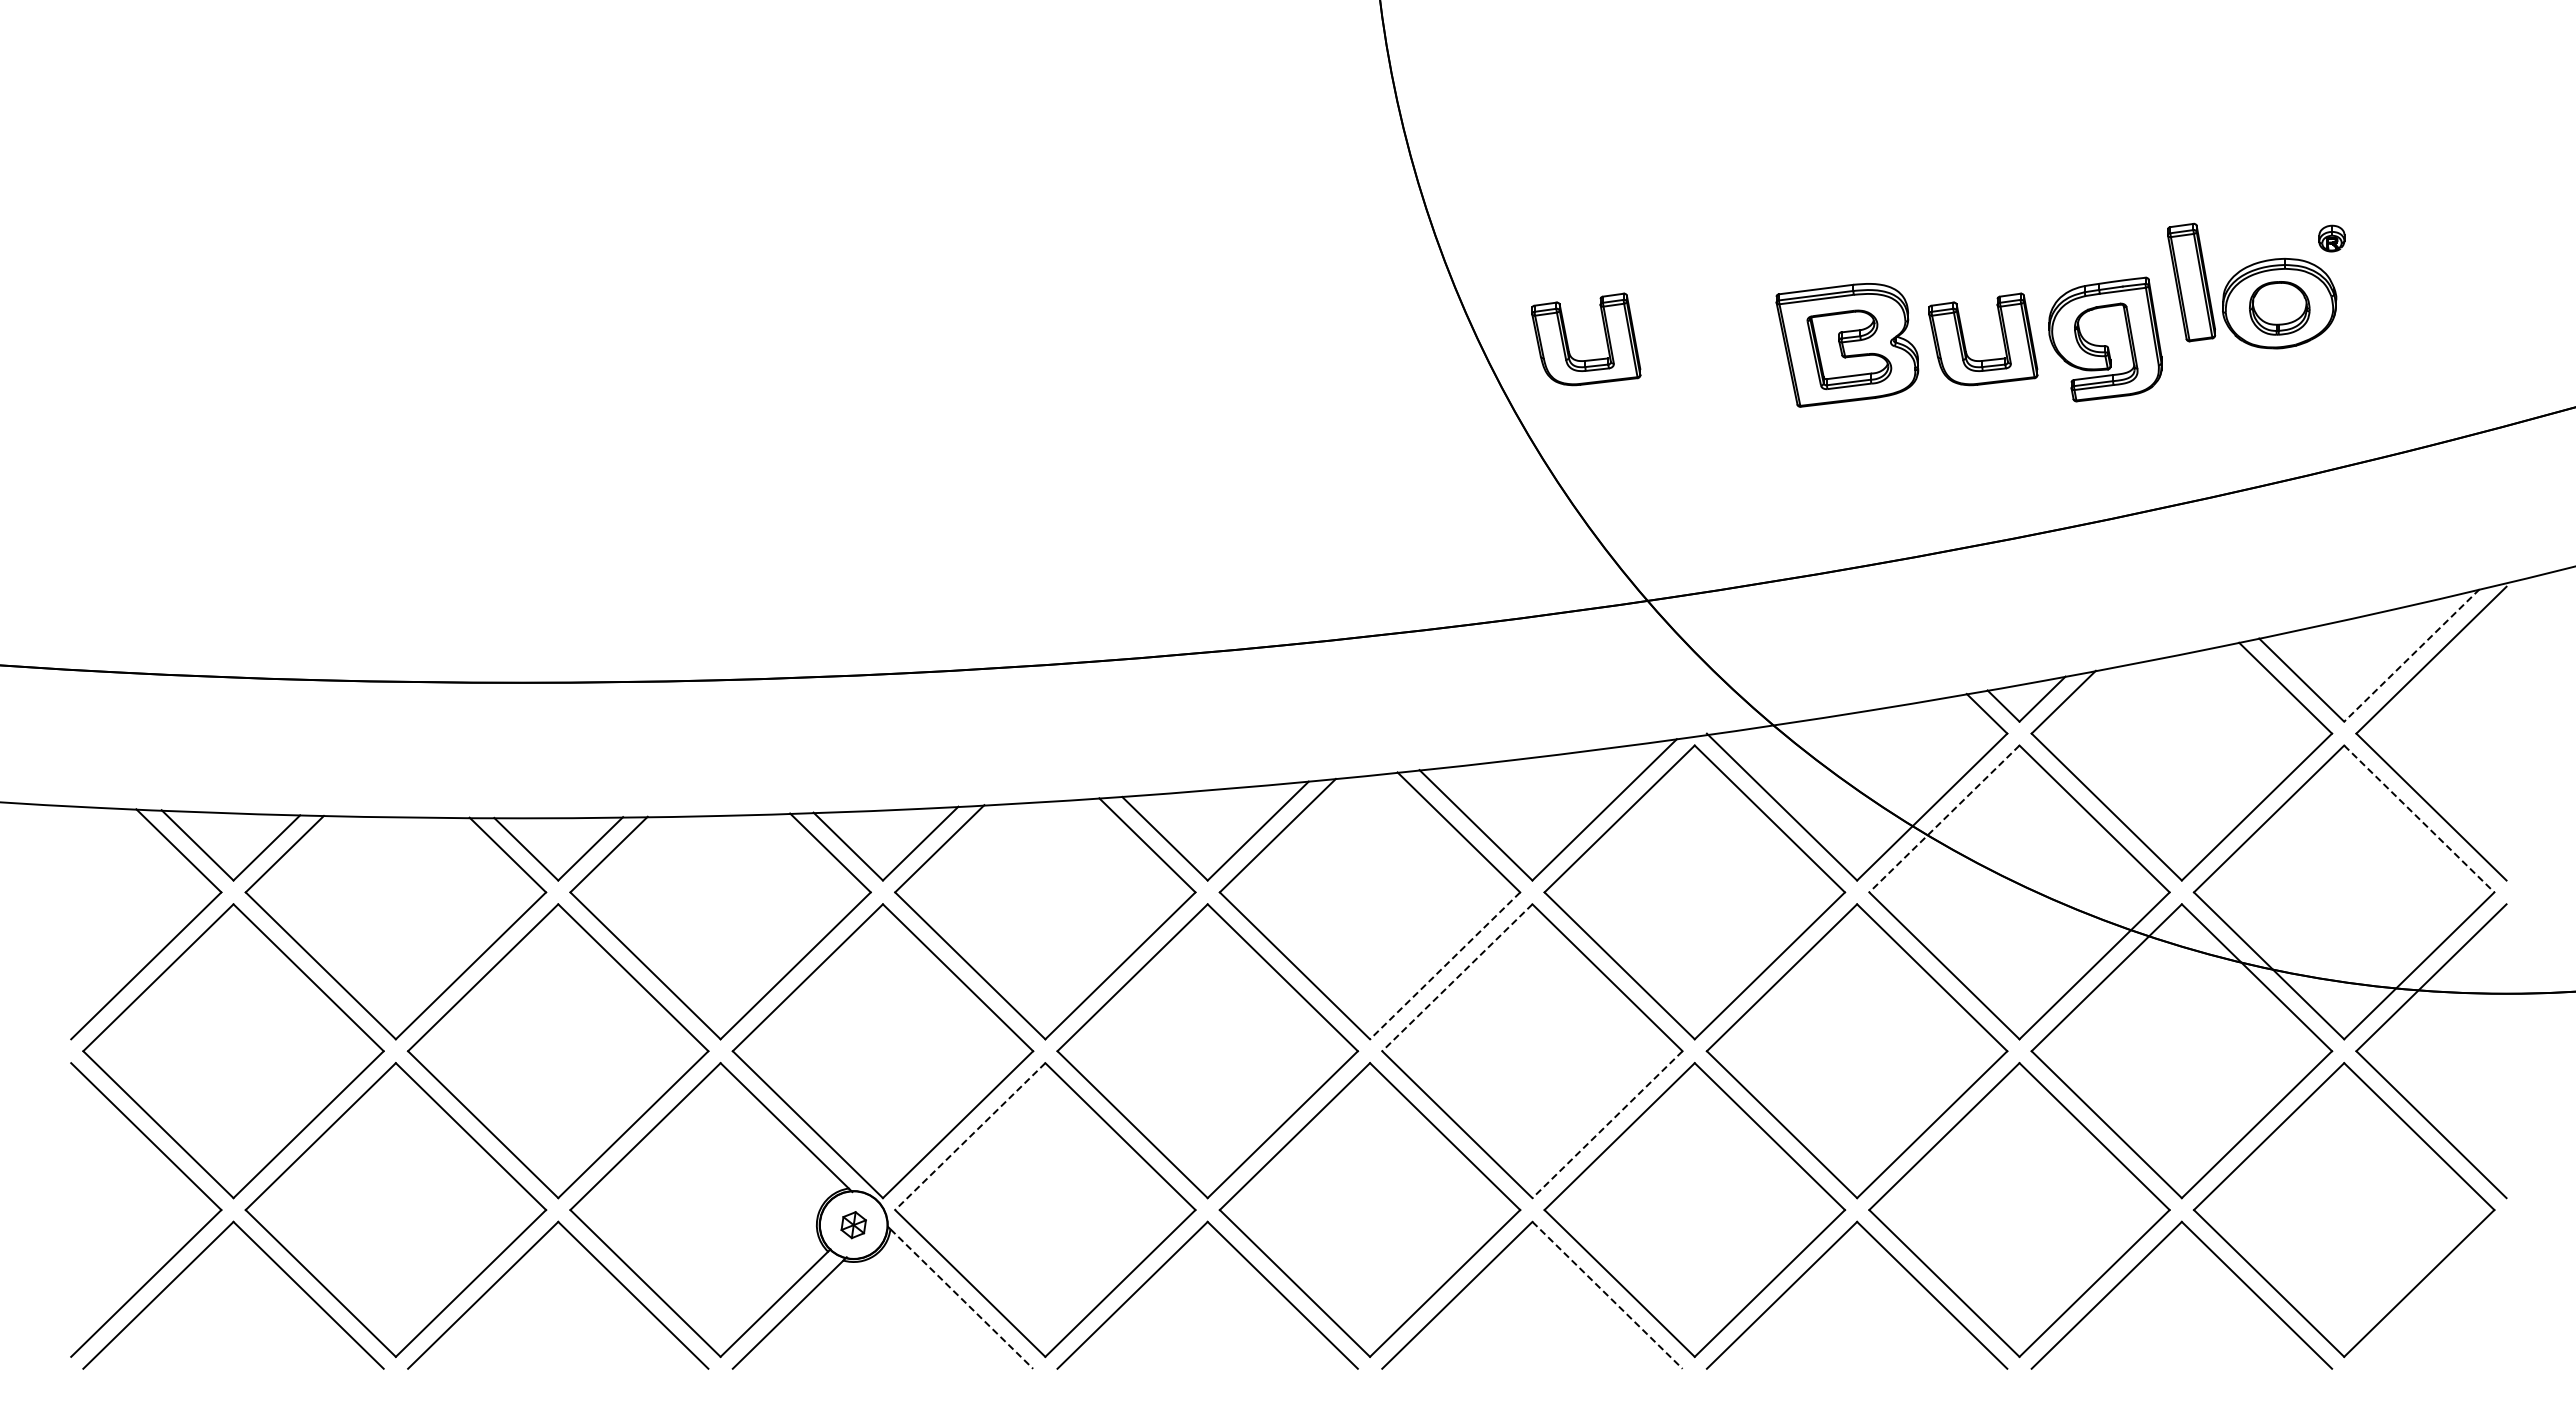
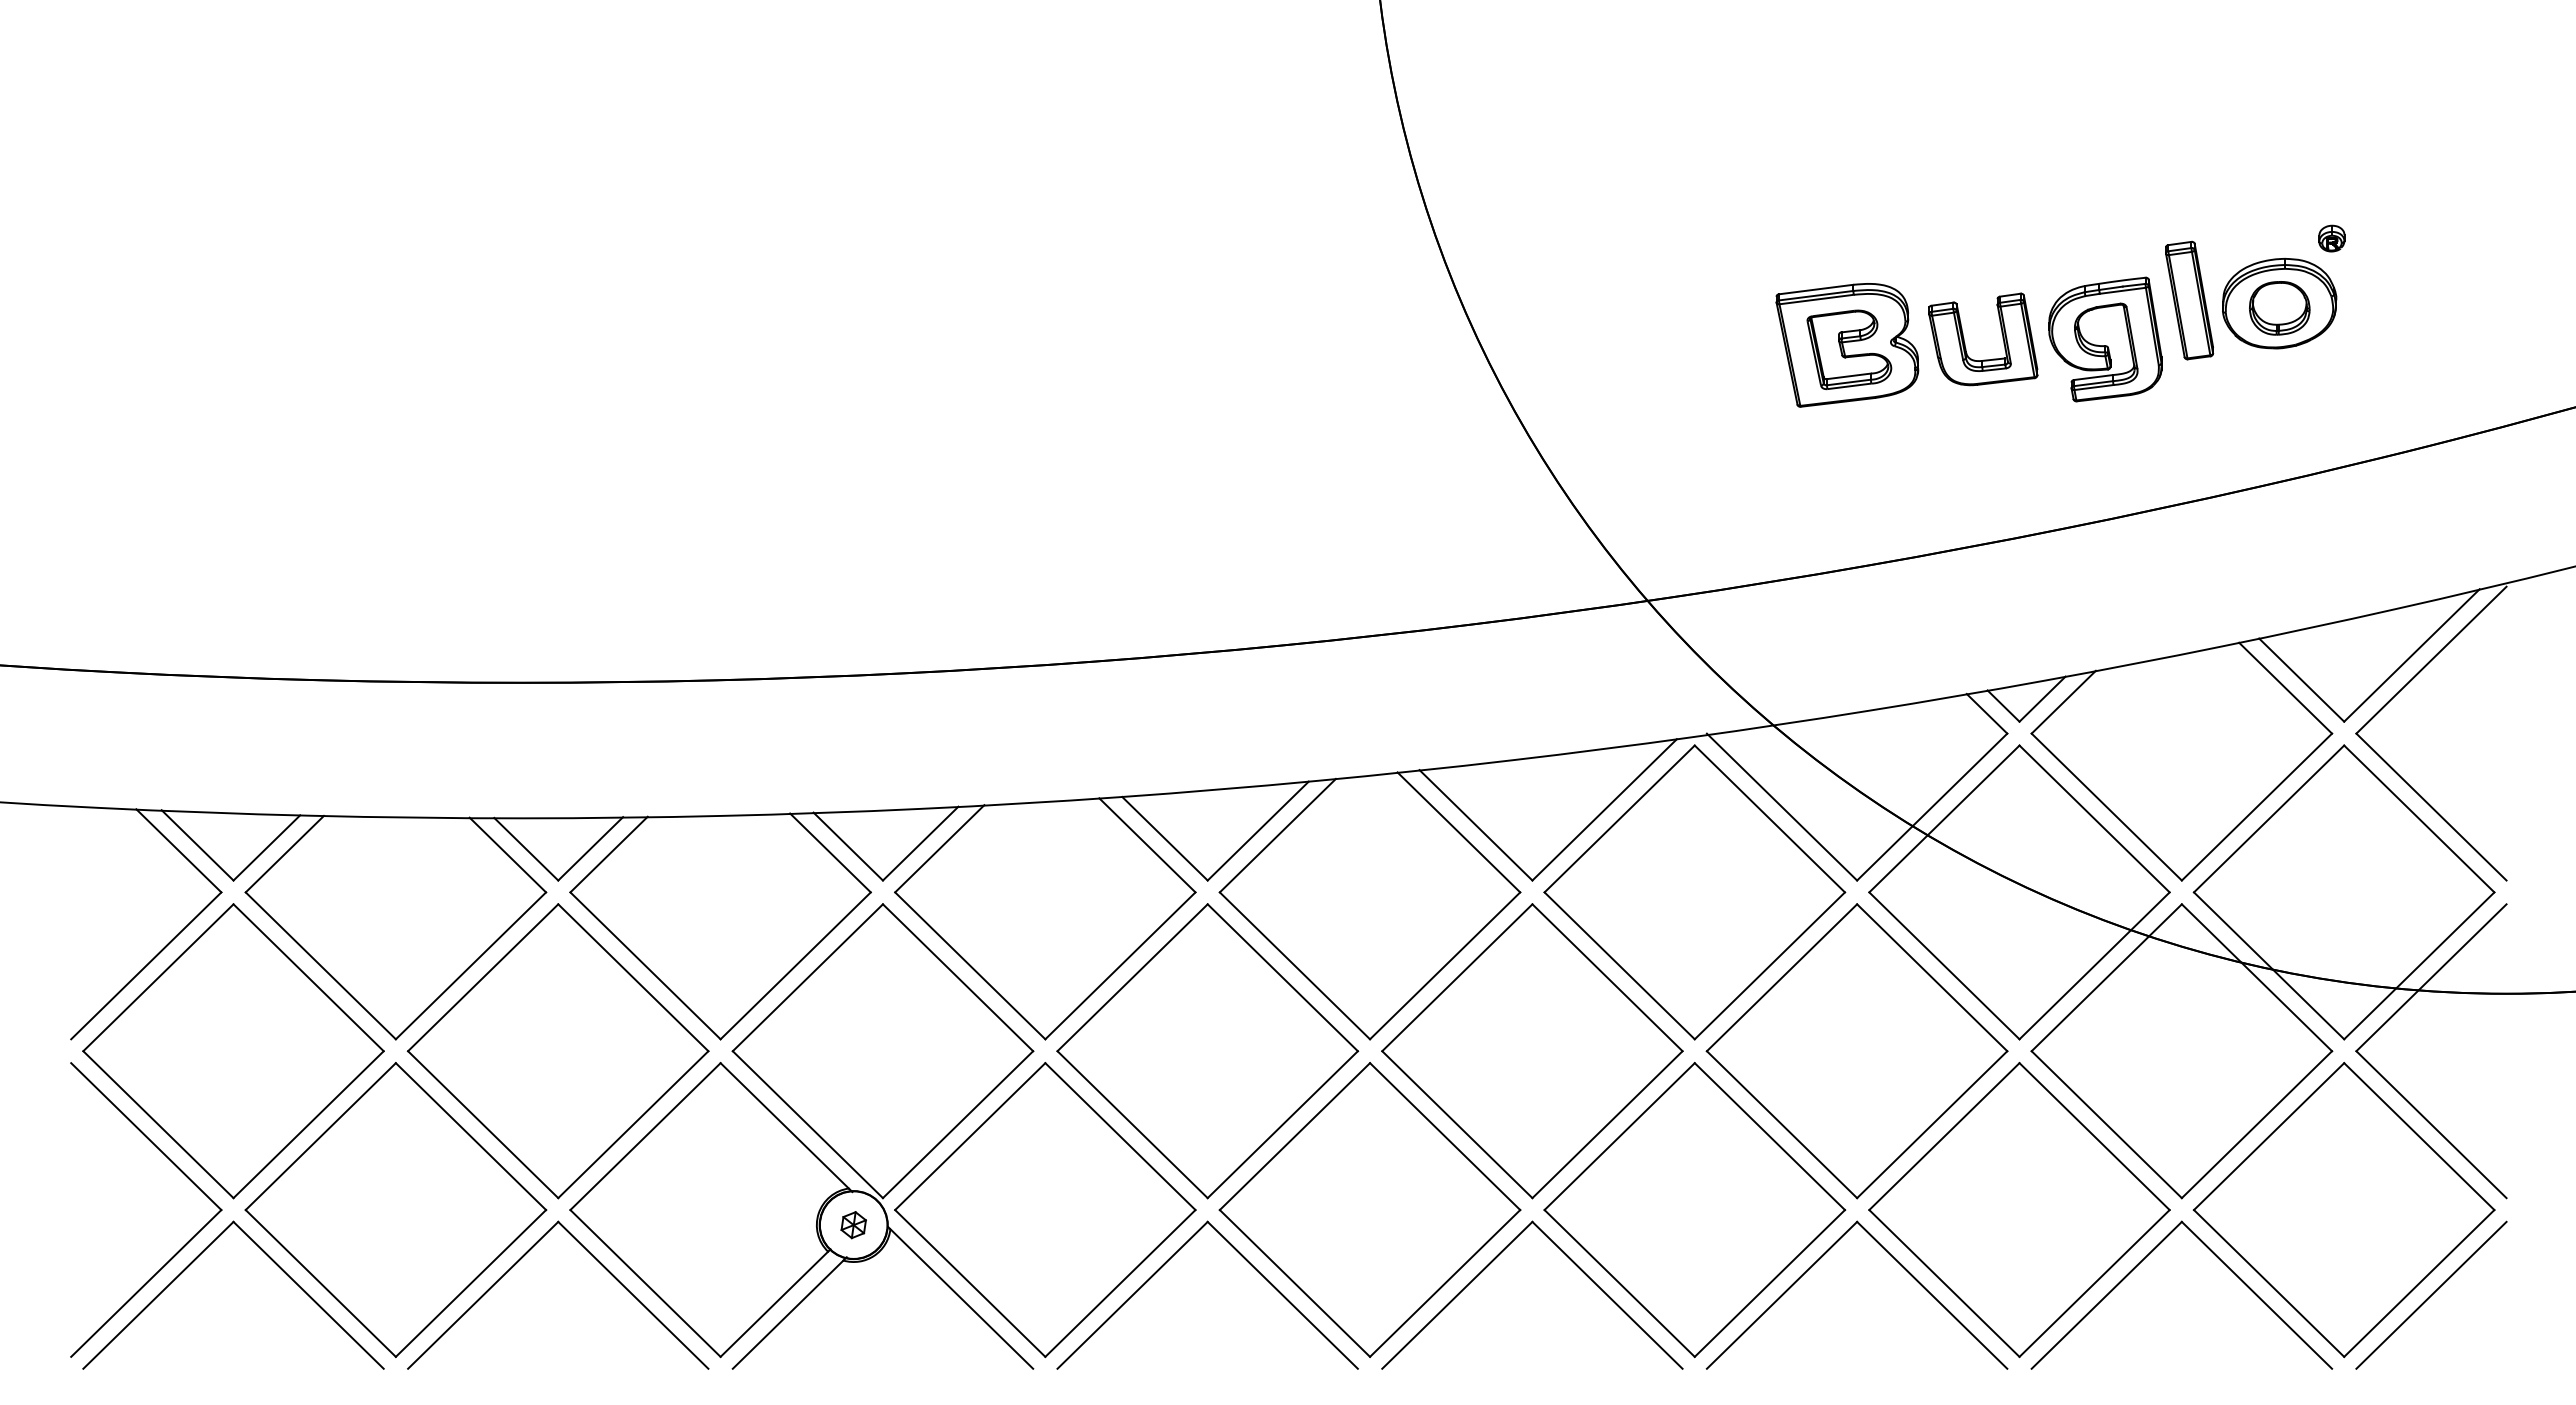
part at (2191, 282) position: (2191, 282) -> (2189, 300)
part at (1568, 343): present -> none
line at (2411, 655): dashed -> solid
line at (1944, 819): dashed -> solid
line at (2419, 819): dashed -> solid
line at (1444, 966): dashed -> solid
line at (1456, 978): dashed -> solid
line at (1607, 1125): dashed -> solid
line at (969, 1136): dashed -> solid
line at (2431, 1294): none -> present
line at (1607, 1295): dashed -> solid
line at (961, 1299): dashed -> solid
